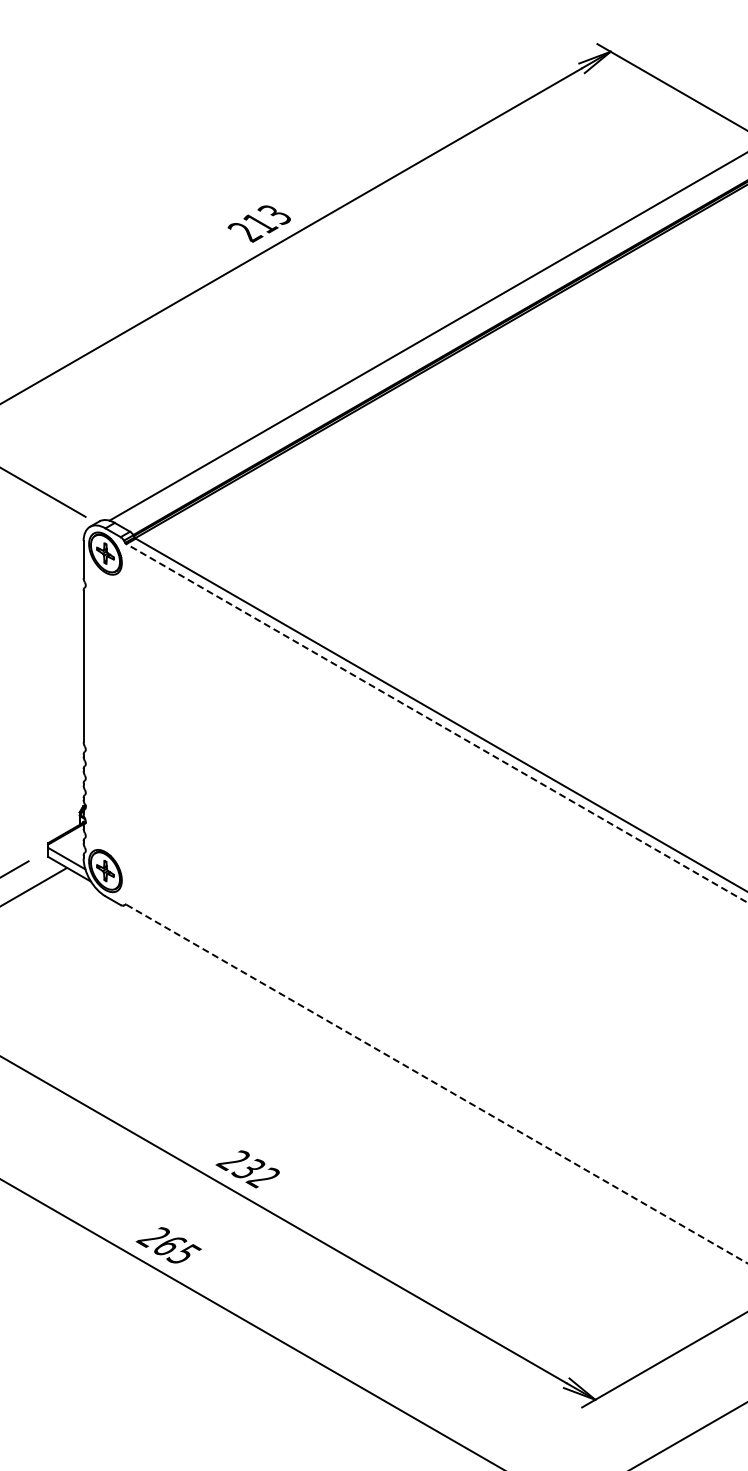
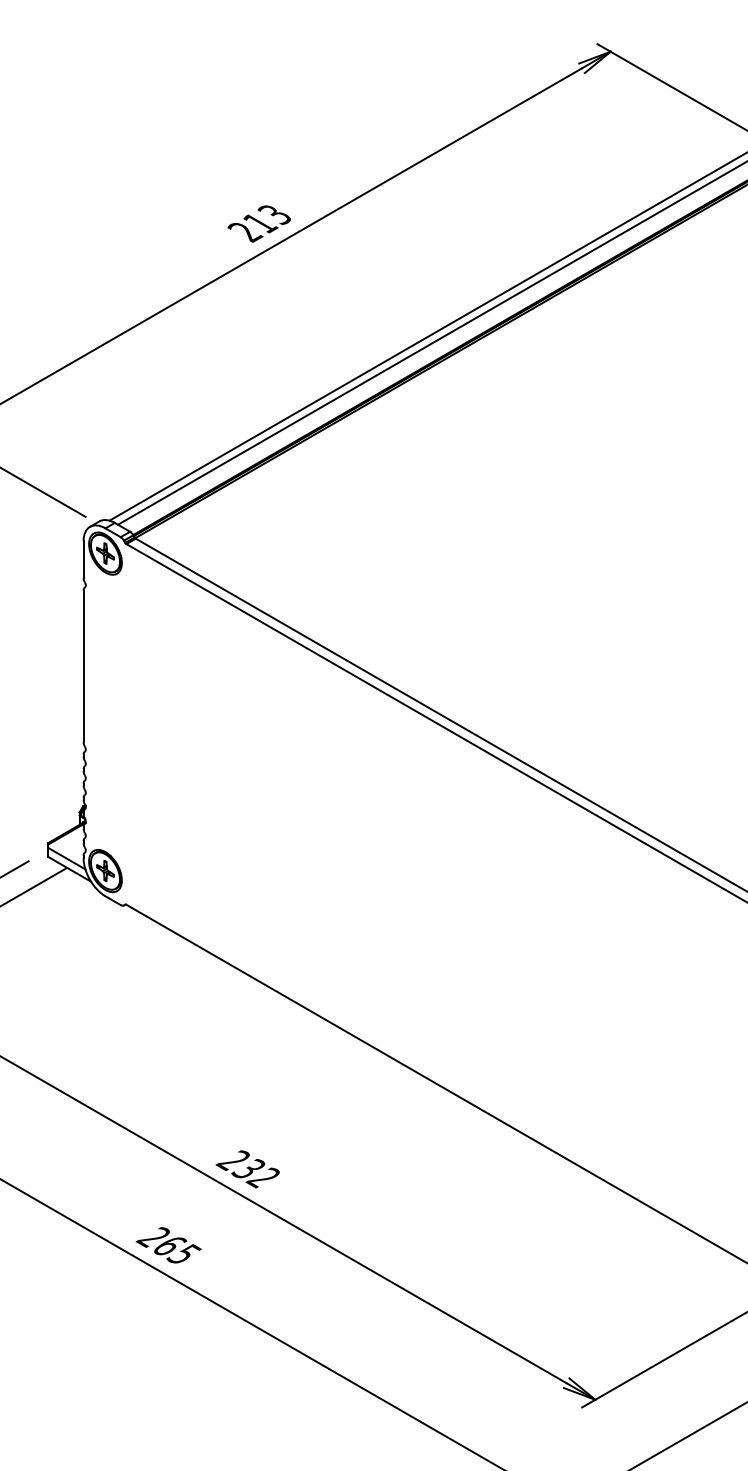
line at (430, 343): none -> present
line at (436, 723): dashed -> solid
line at (437, 1084): dashed -> solid
